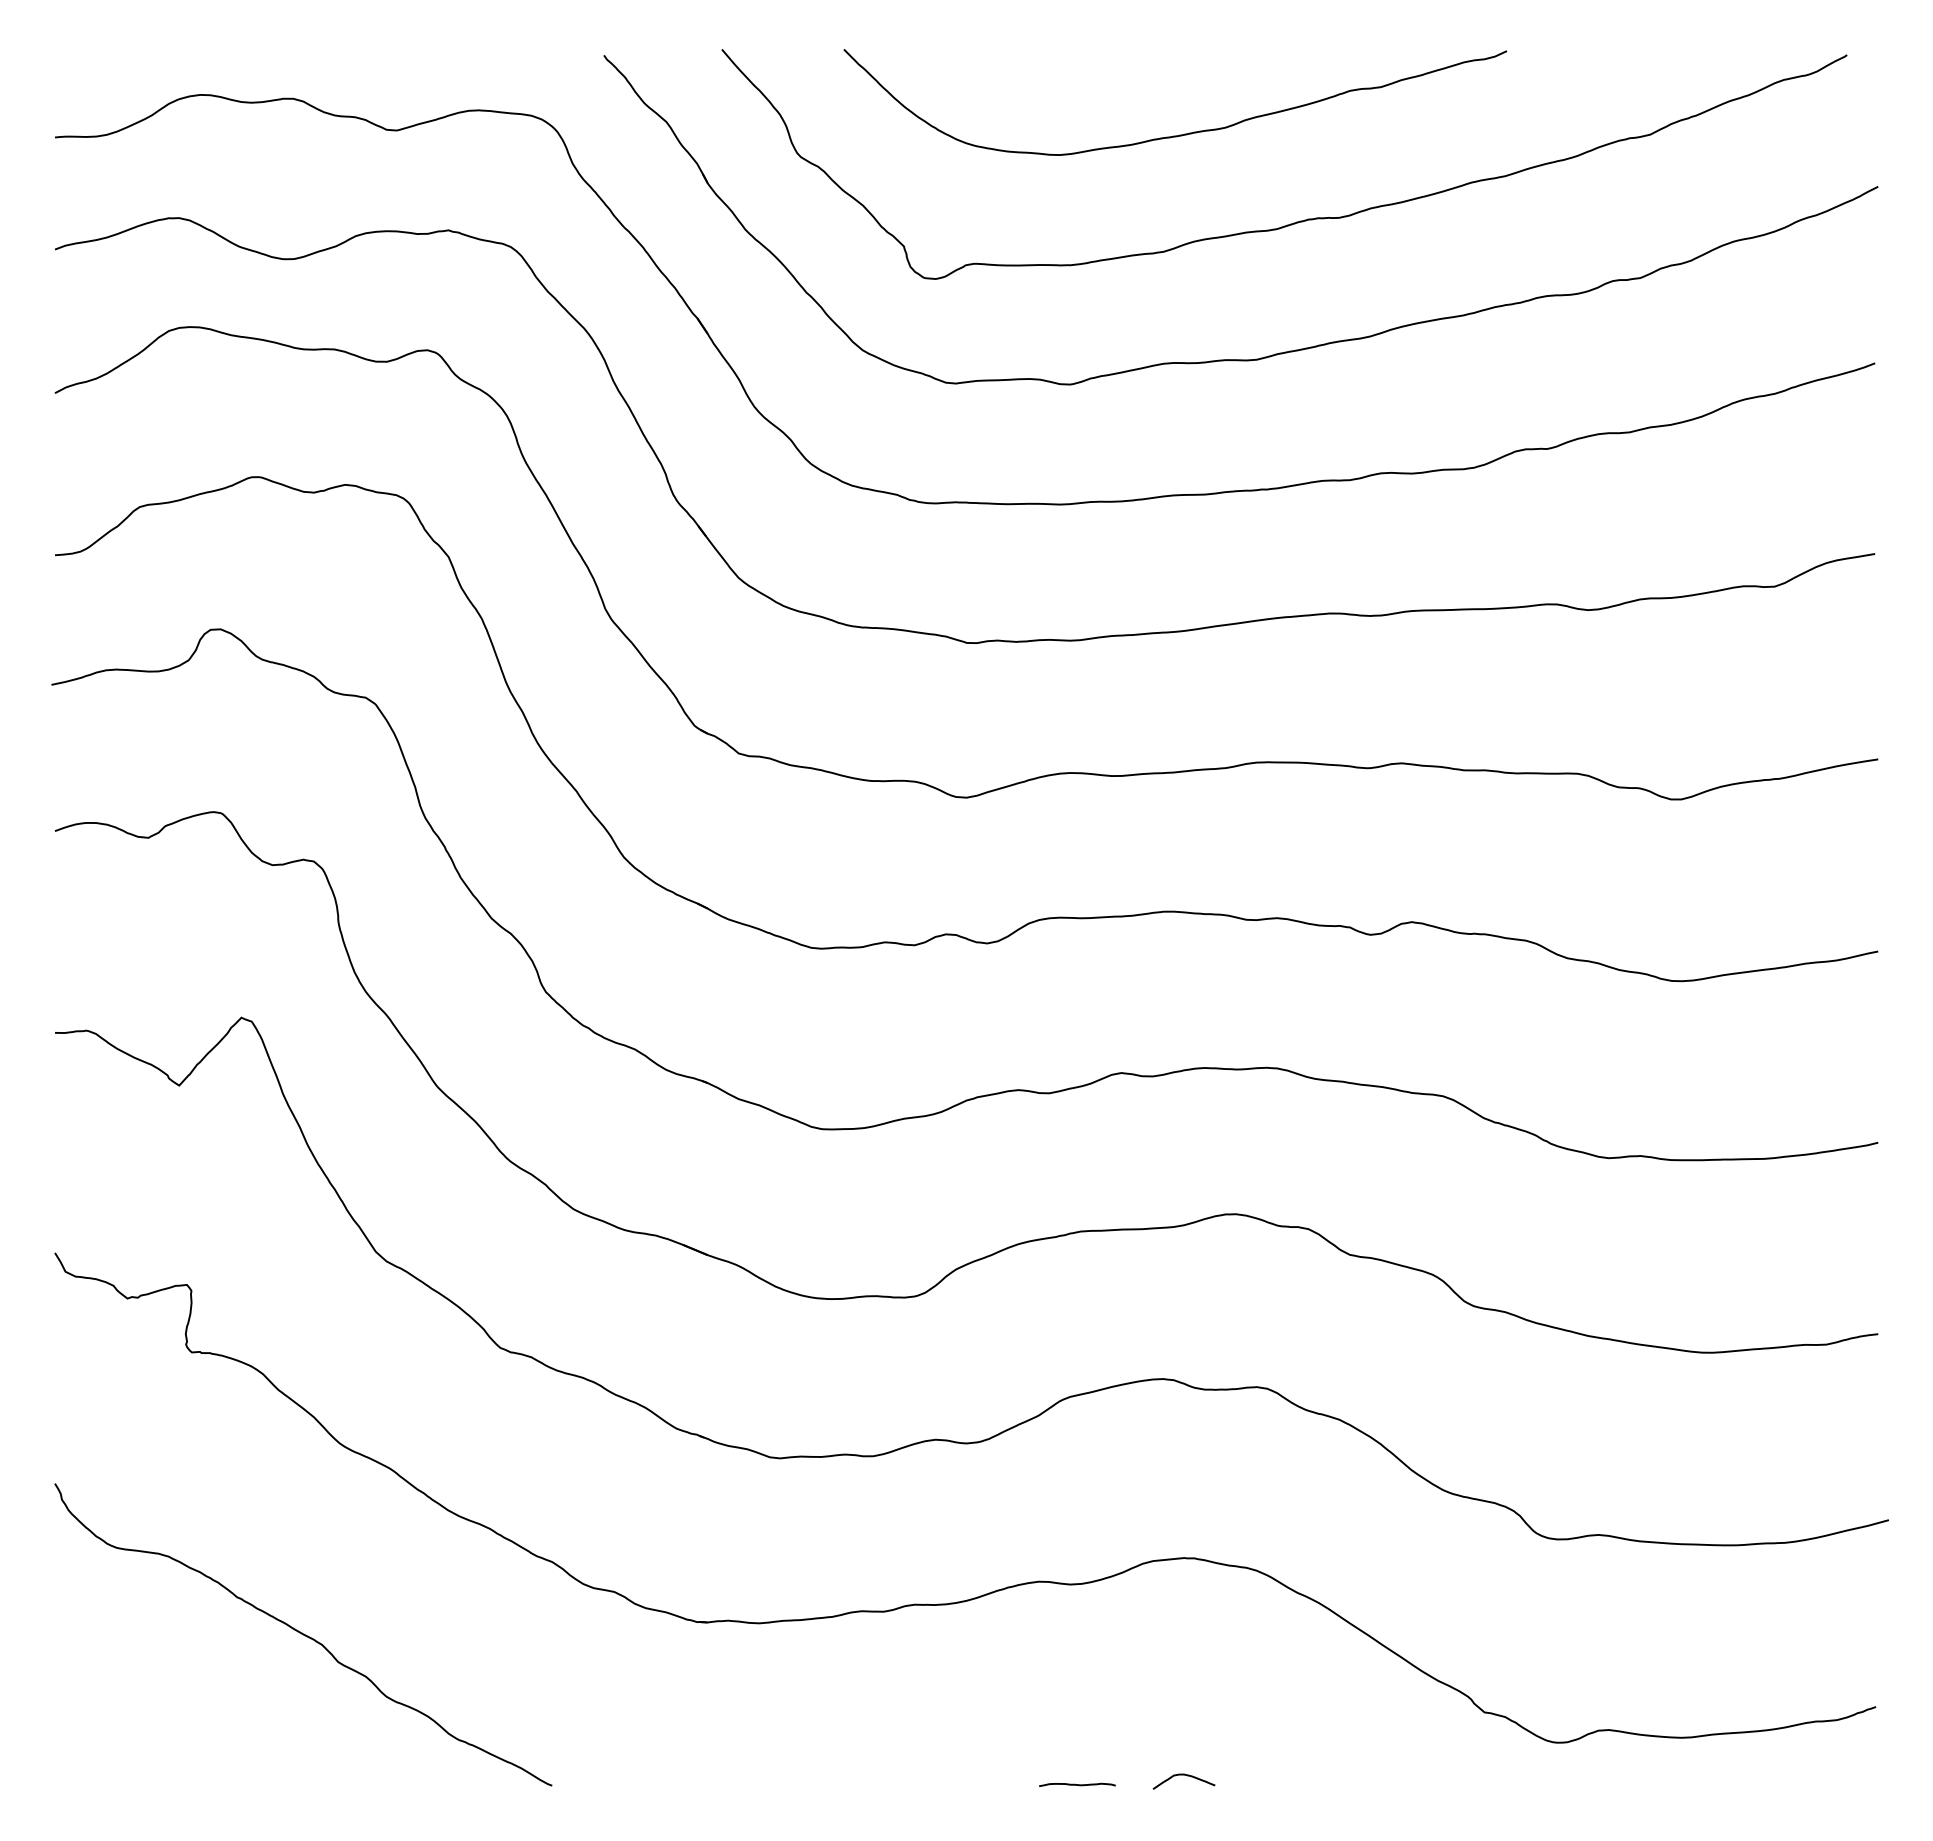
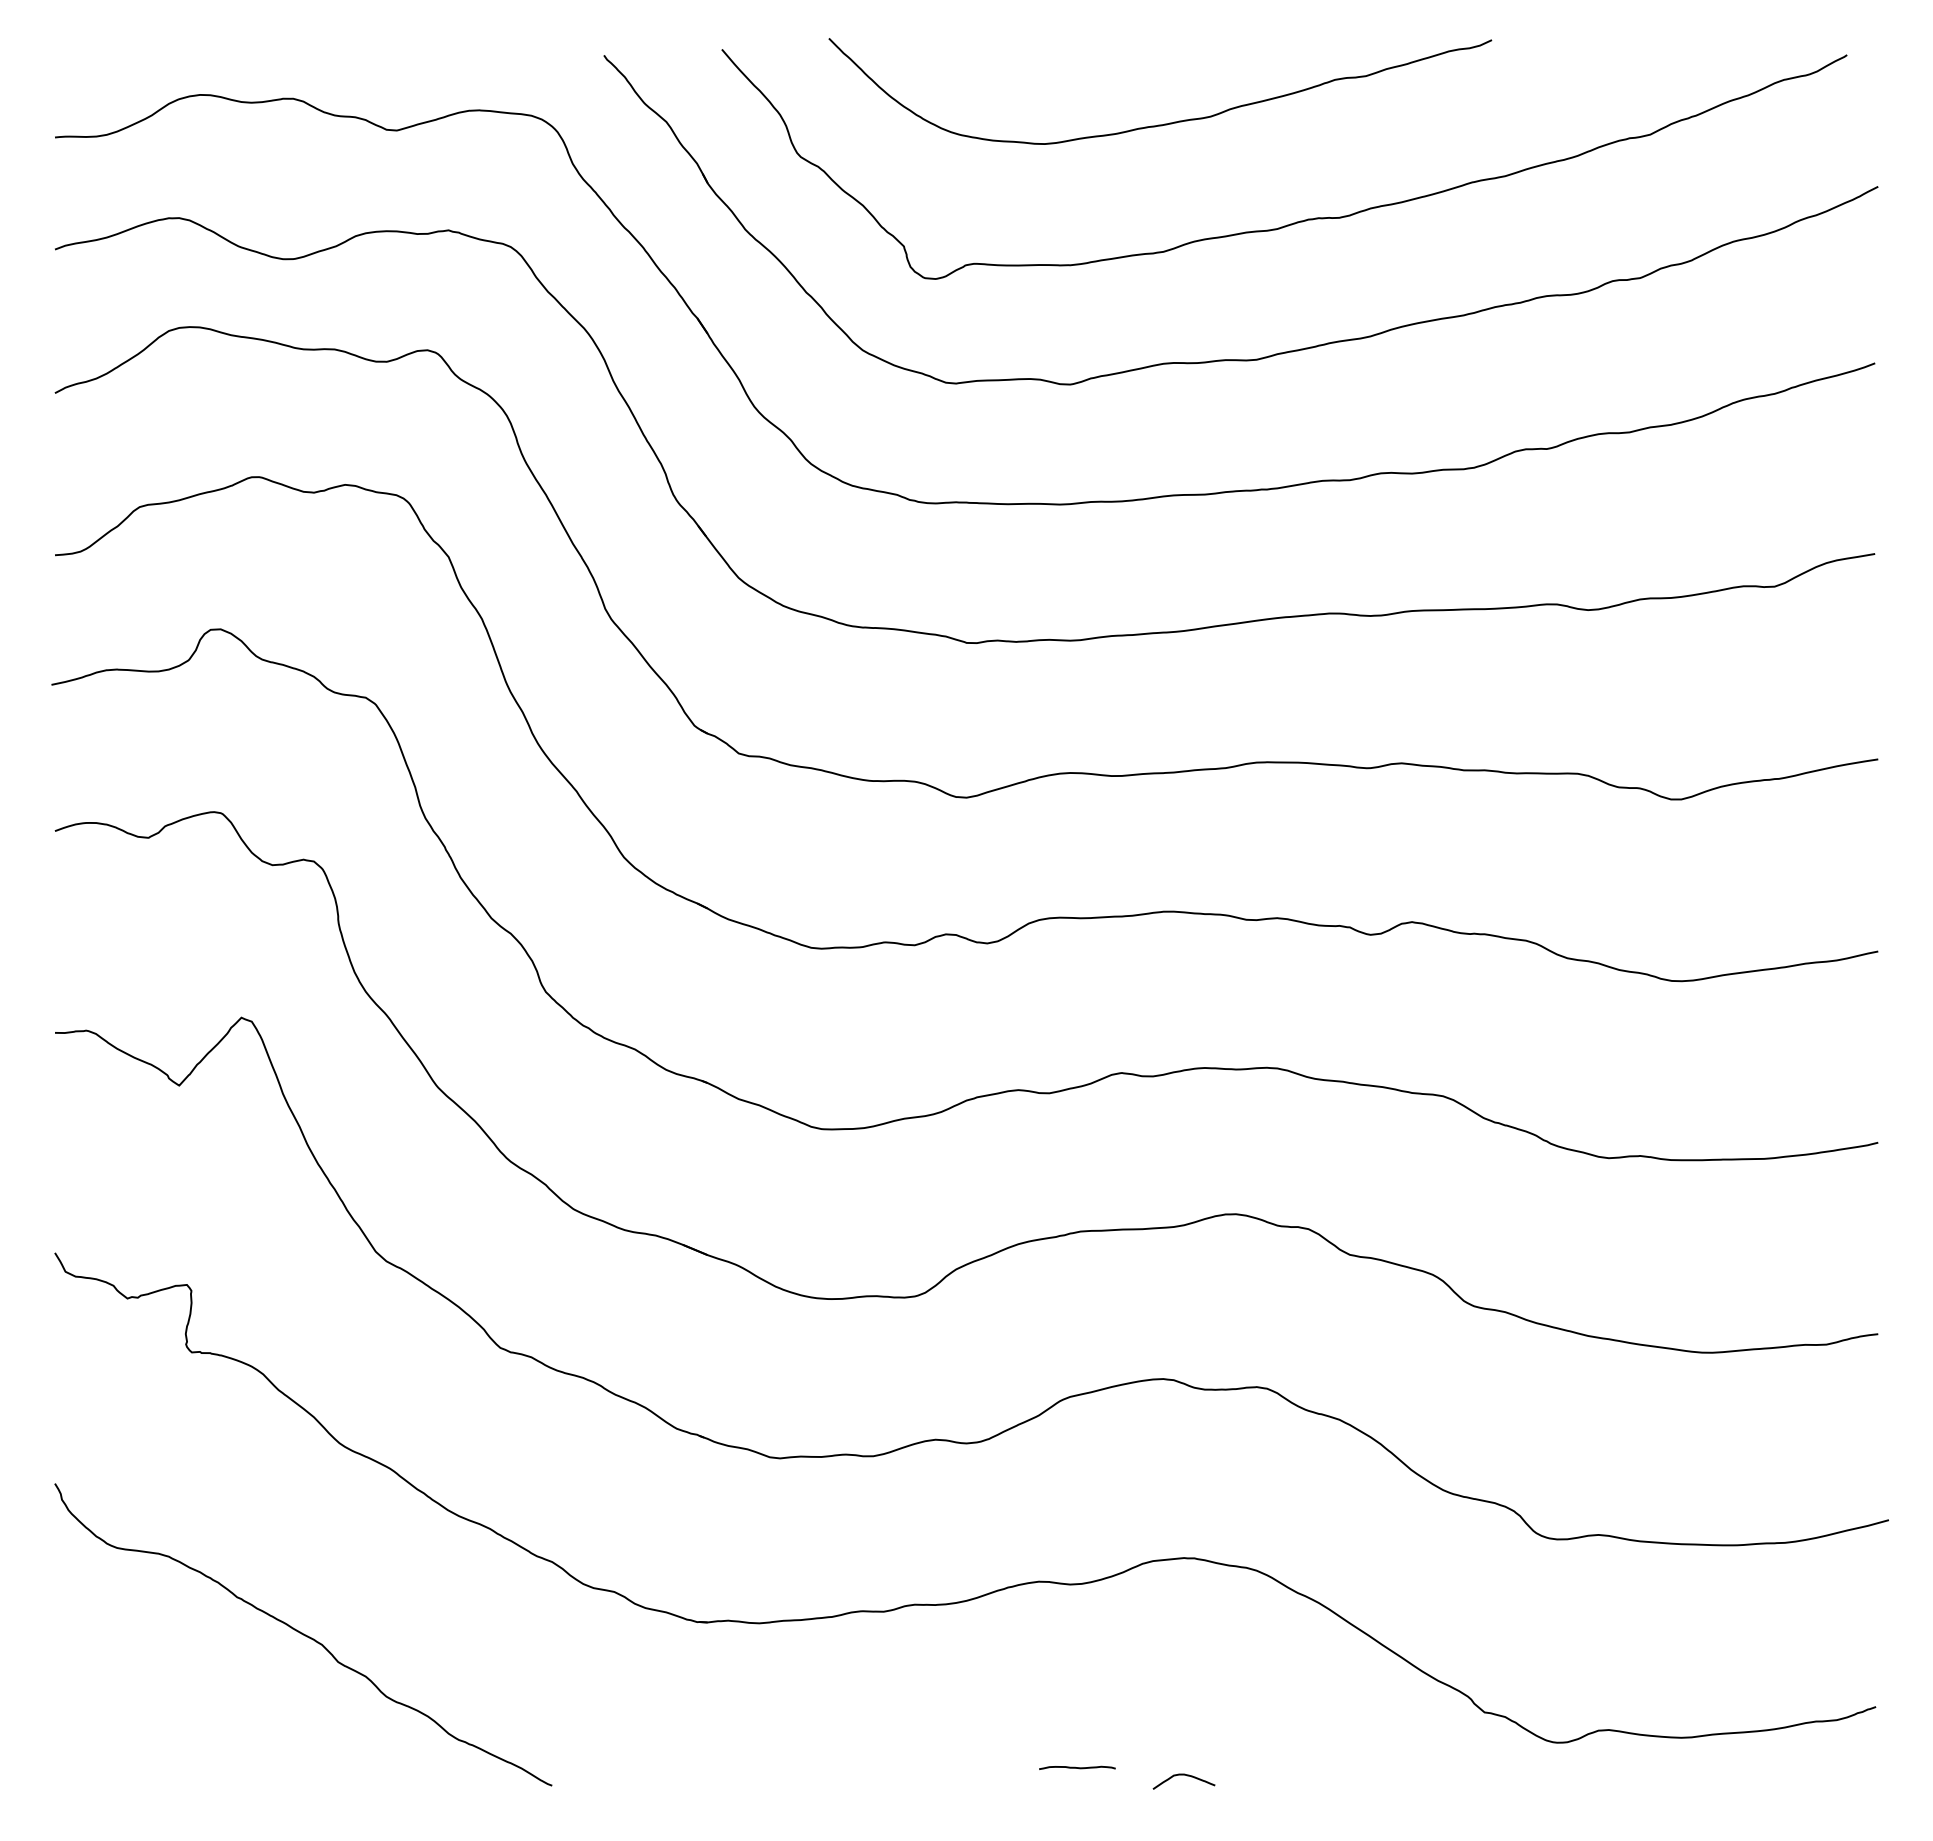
curve at (1179, 134) position: (1179, 134) -> (1164, 123)
curve at (1077, 1784) position: (1077, 1784) -> (1077, 1767)
